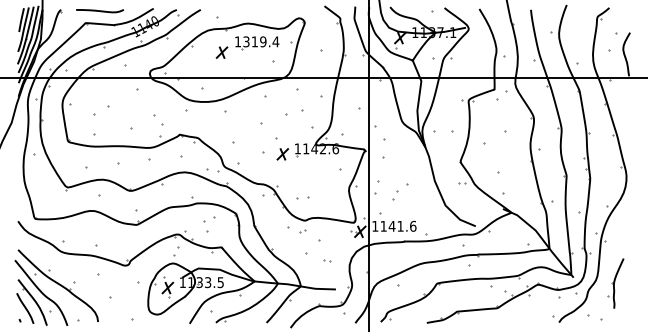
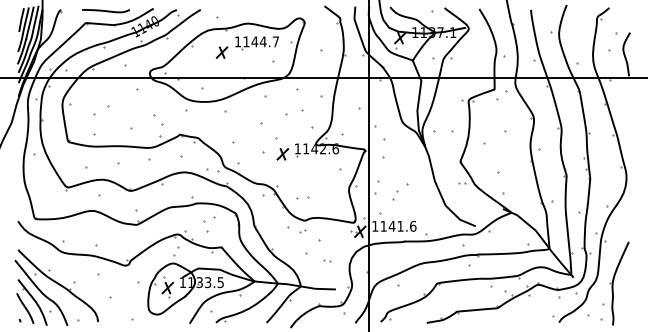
curve at (99, 11) position: (99, 11) -> (105, 11)
text at (261, 41): 1319.4 -> 1144.7
part at (615, 283) size: 18x51 px -> 28x85 px
